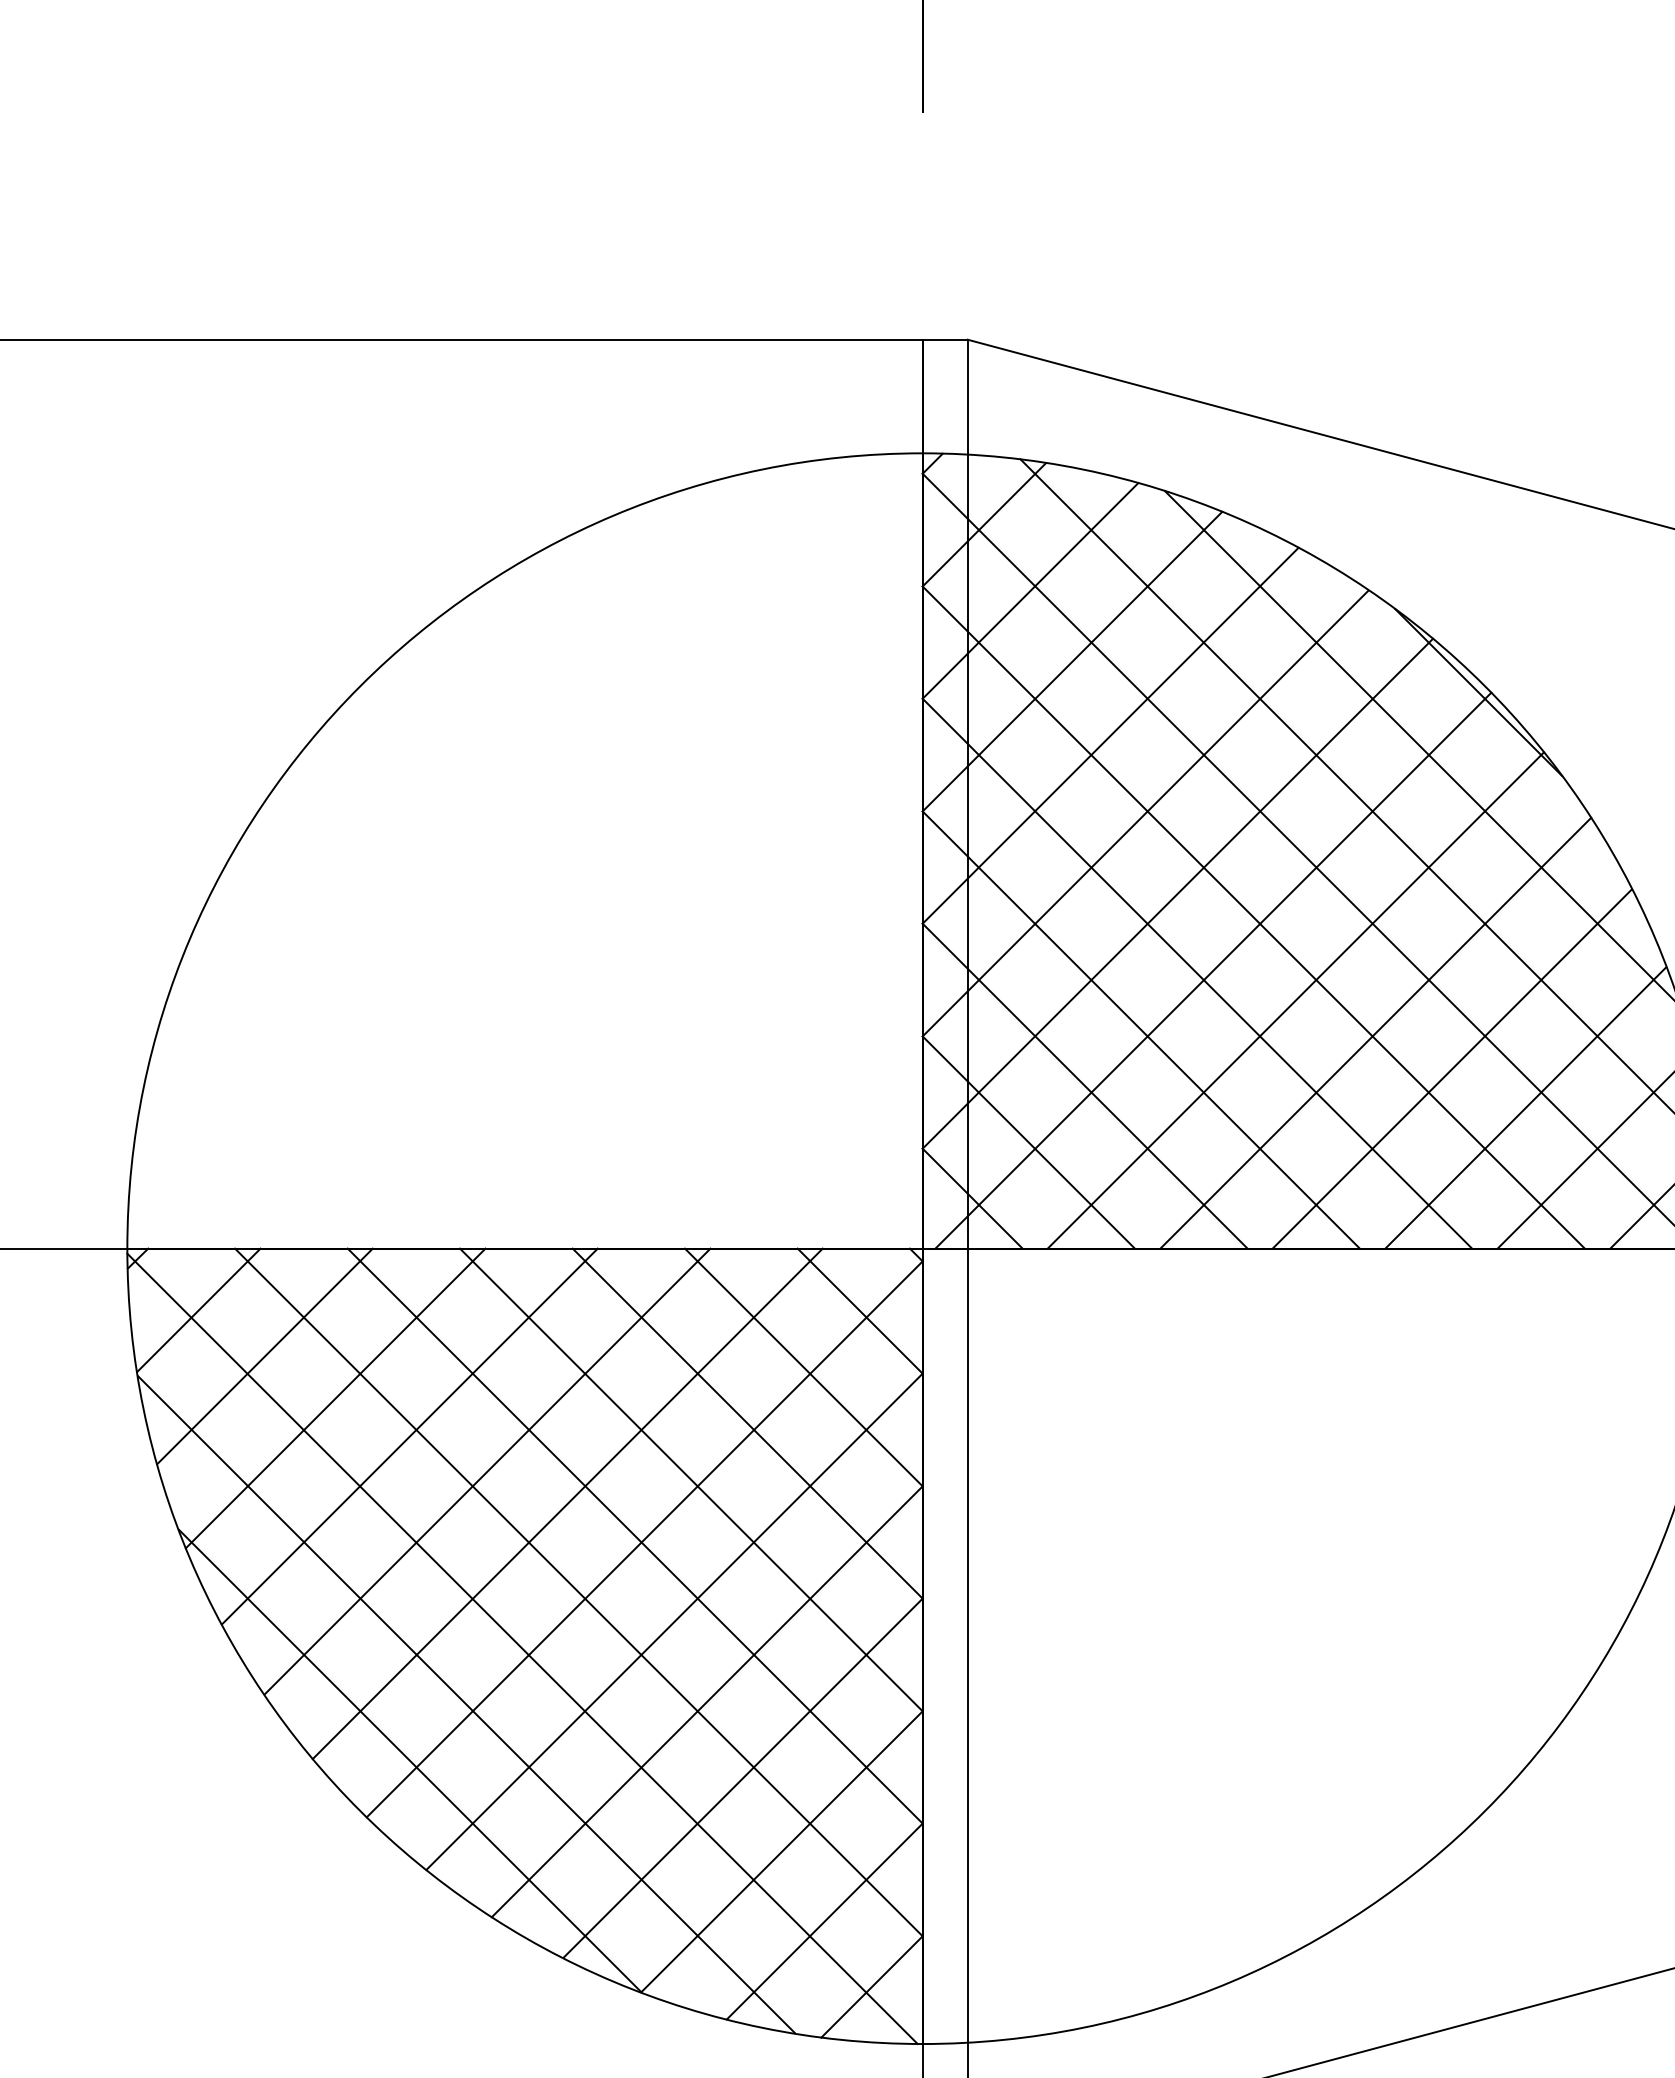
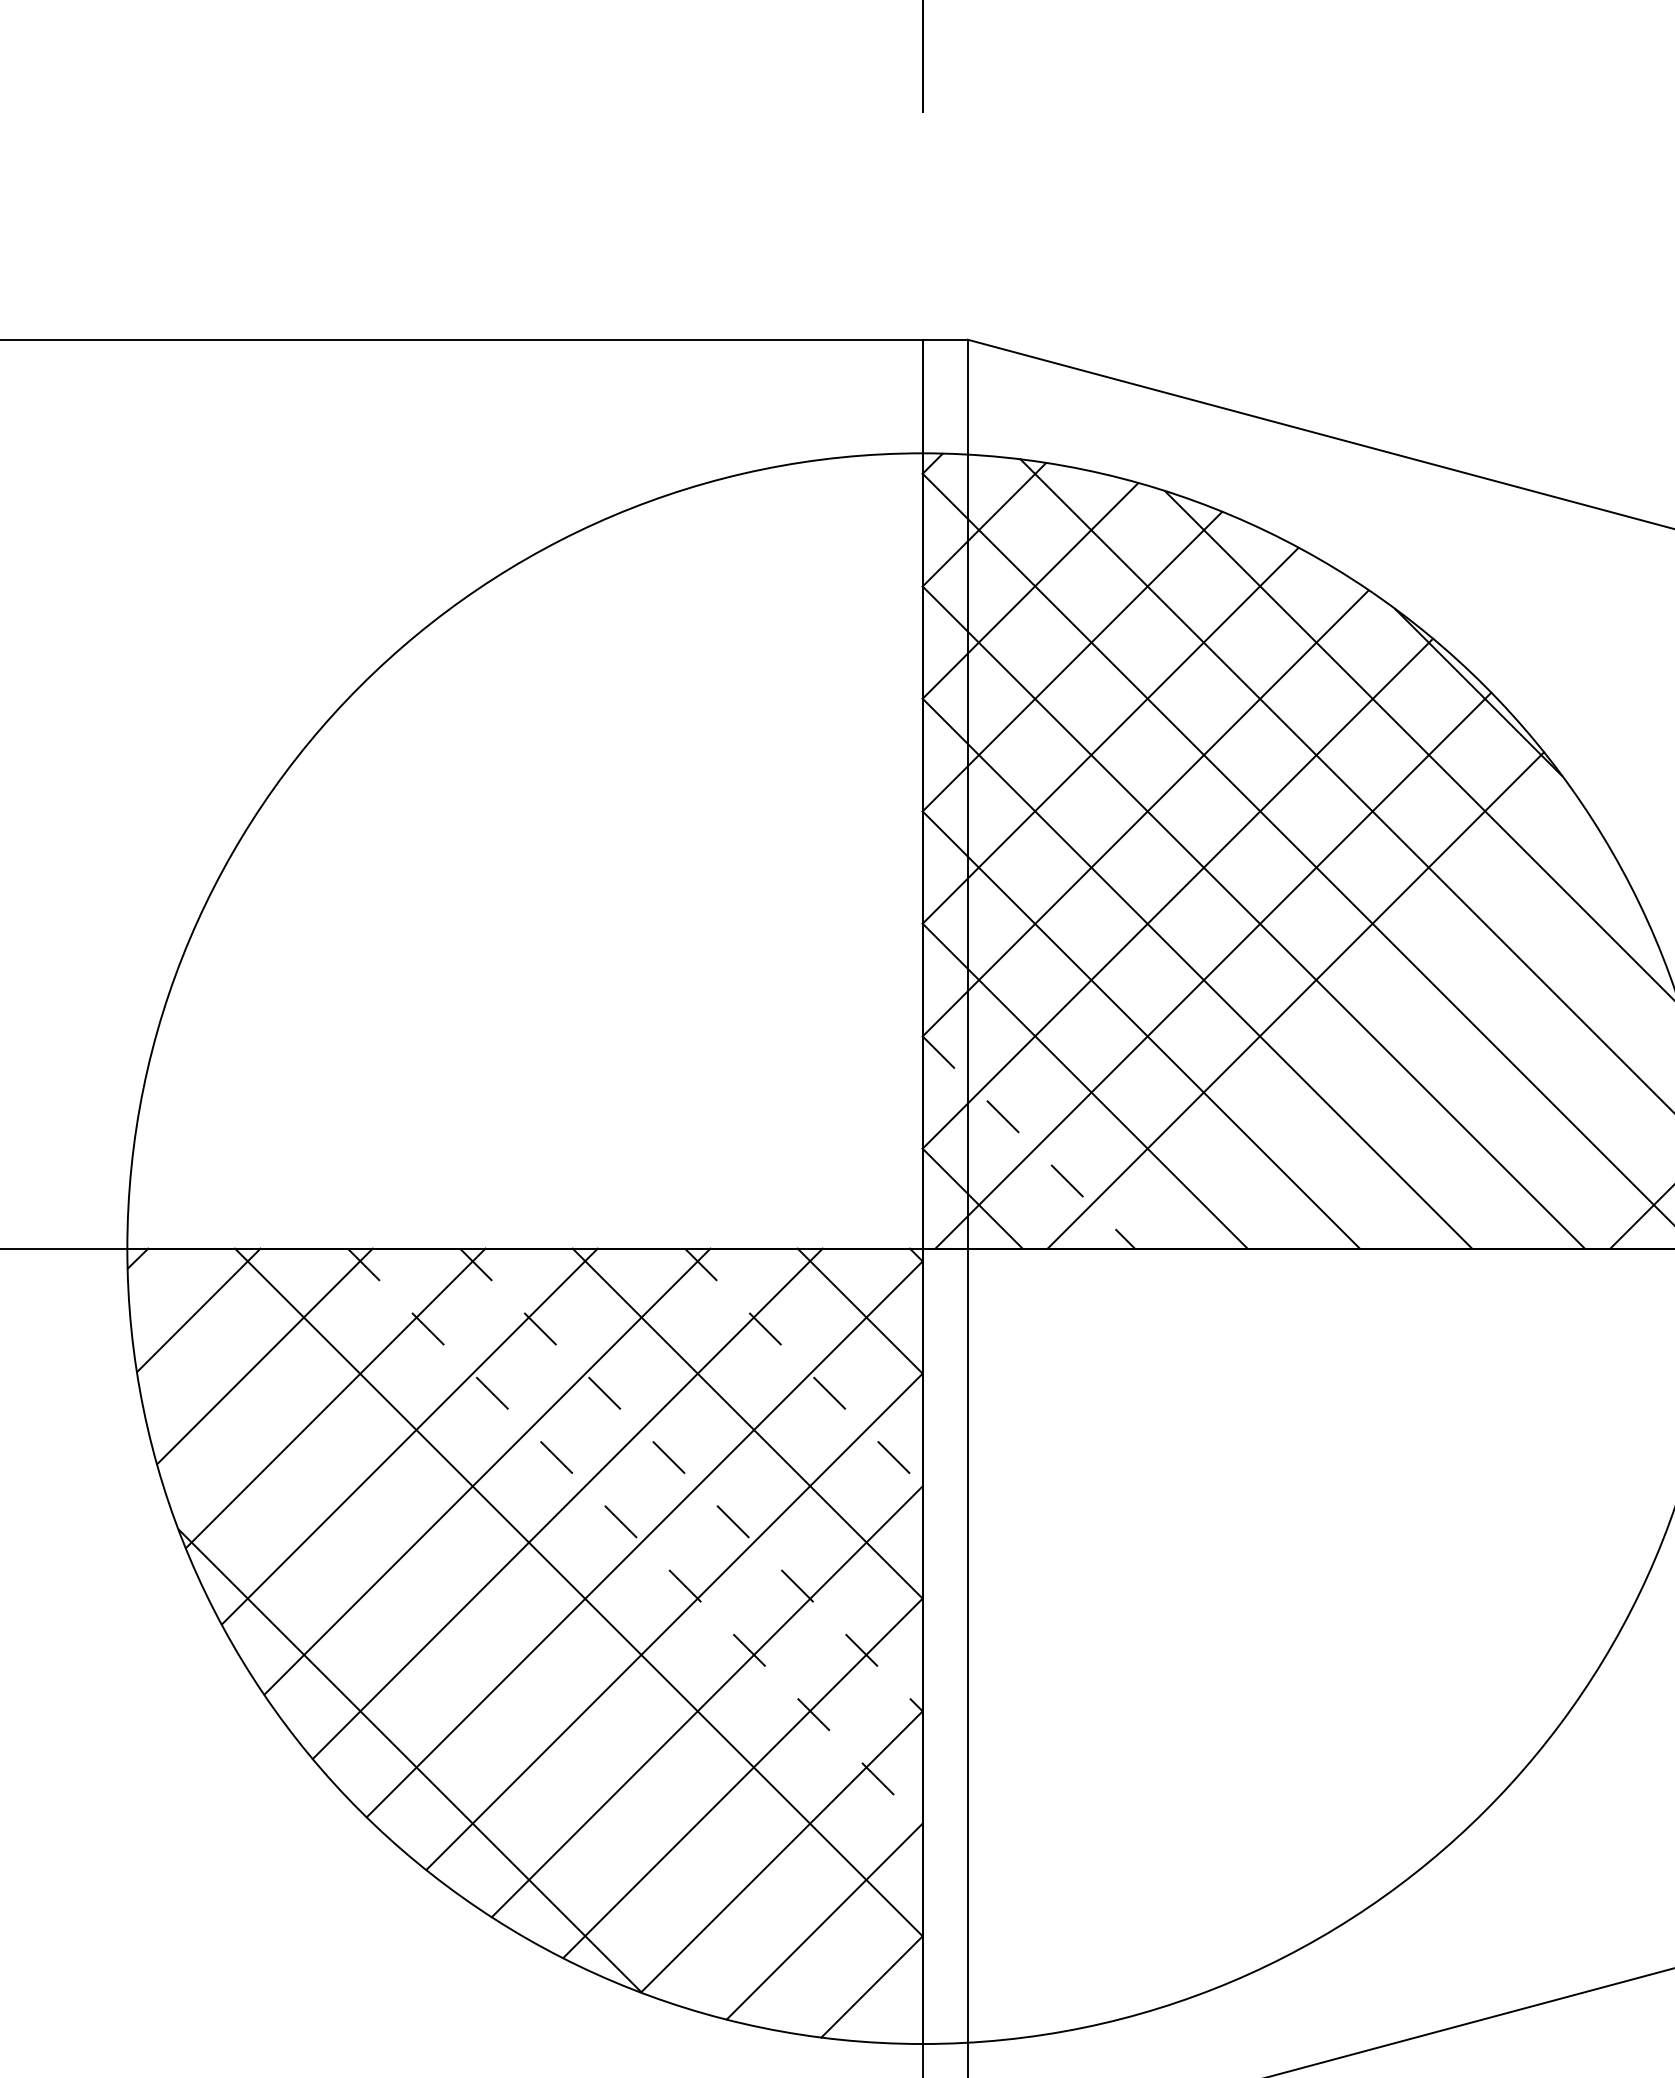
line at (1375, 1032): present -> none
line at (1451, 1068): present -> none
line at (1525, 1107): present -> none
line at (1029, 1142): solid -> dashed
line at (1584, 1161): present -> none
line at (804, 1367): solid -> dashed
line at (691, 1480): solid -> dashed
line at (635, 1536): solid -> dashed
line at (522, 1648): present -> none
line at (466, 1704): present -> none
